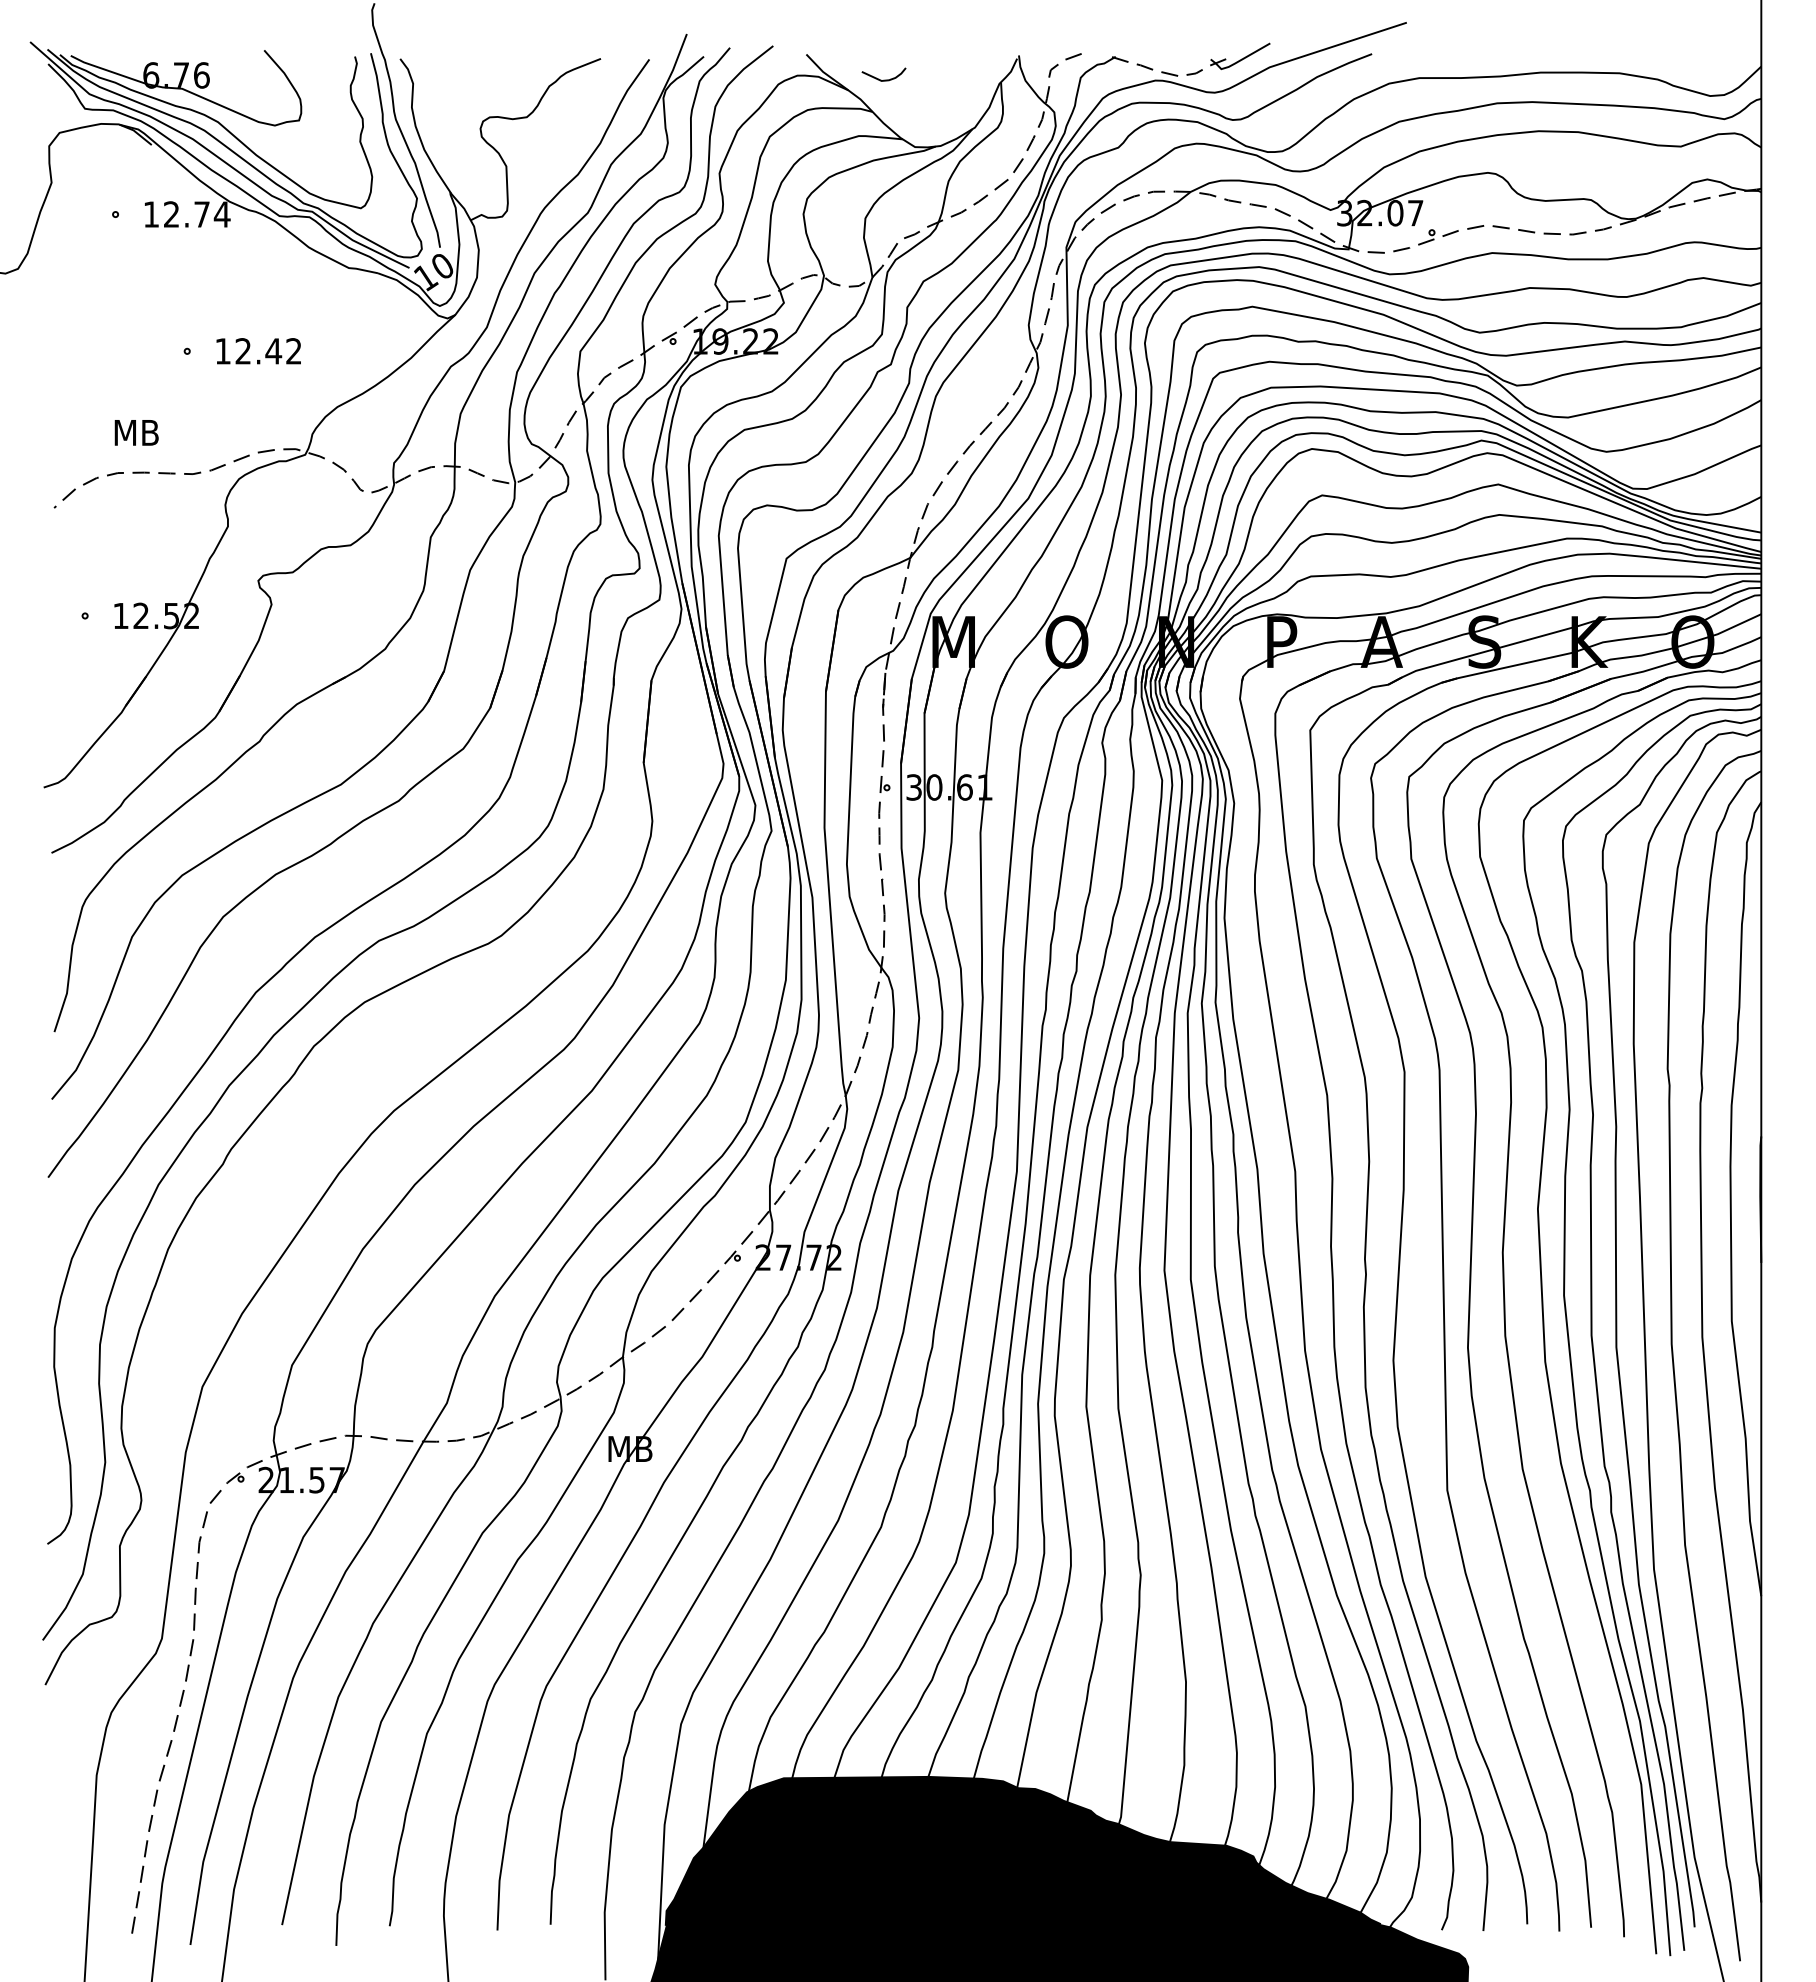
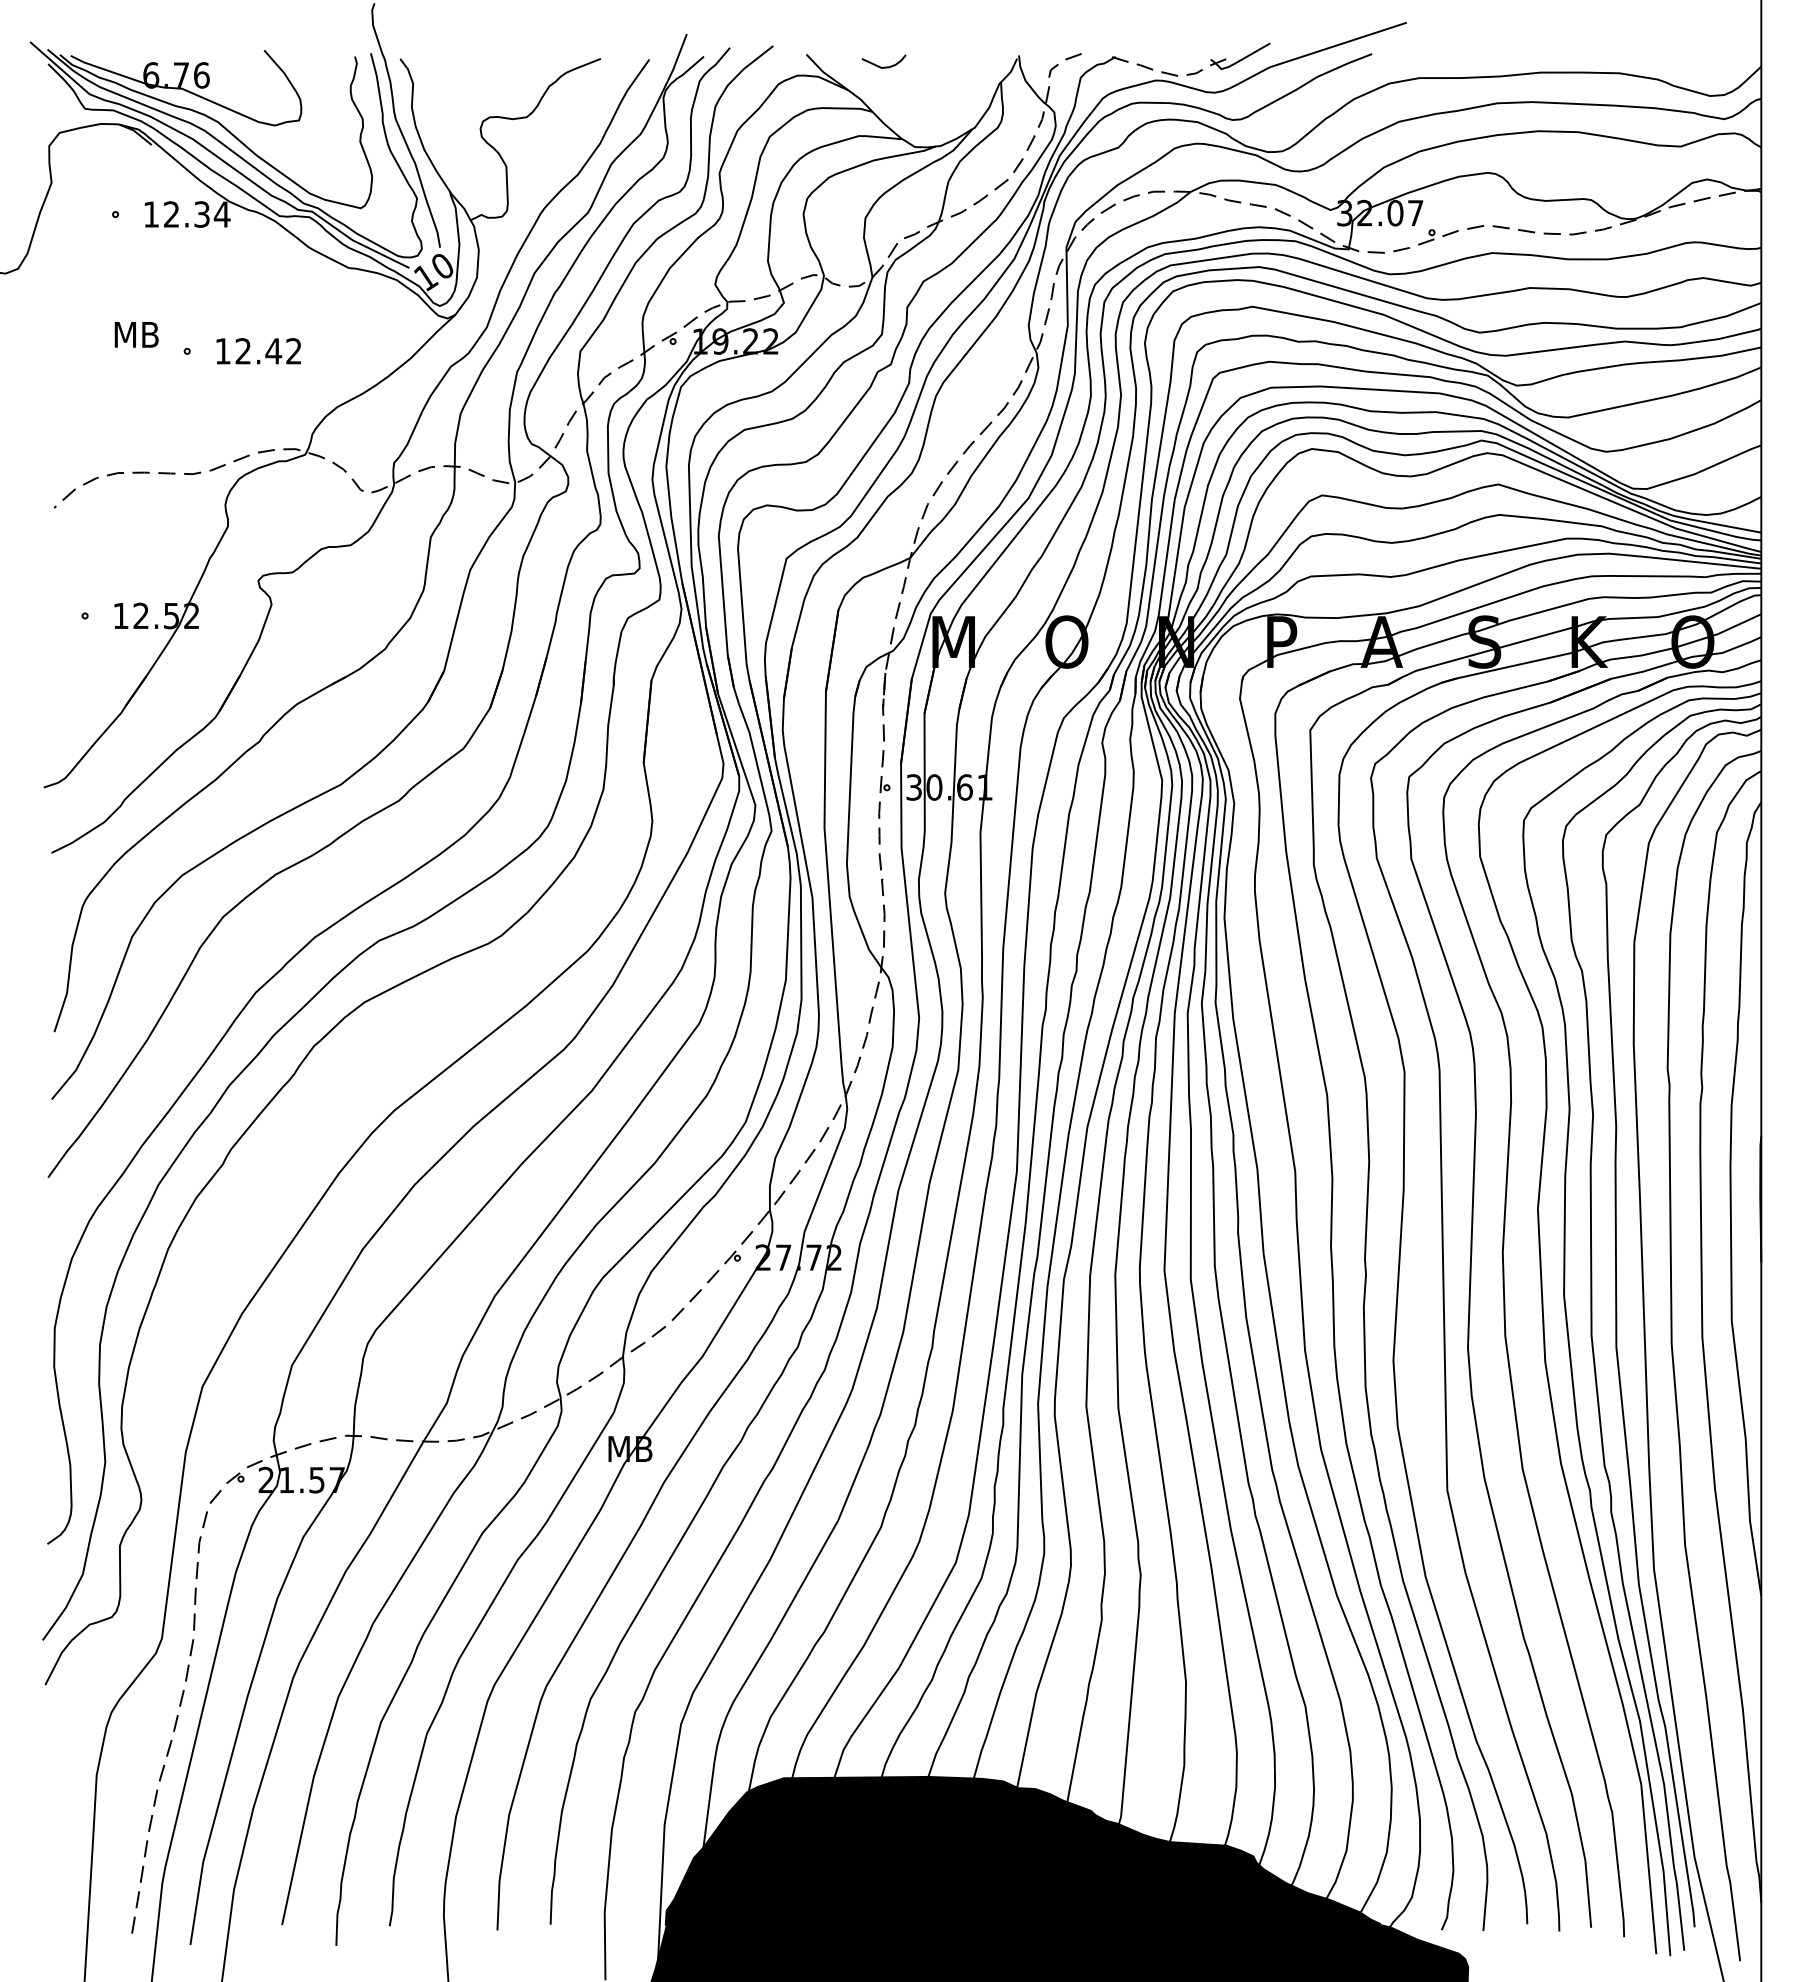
curve at (883, 79) position: (883, 79) -> (883, 66)
text at (201, 214): 12.74 -> 12.34
text at (136, 432) position: (136, 432) -> (136, 334)
